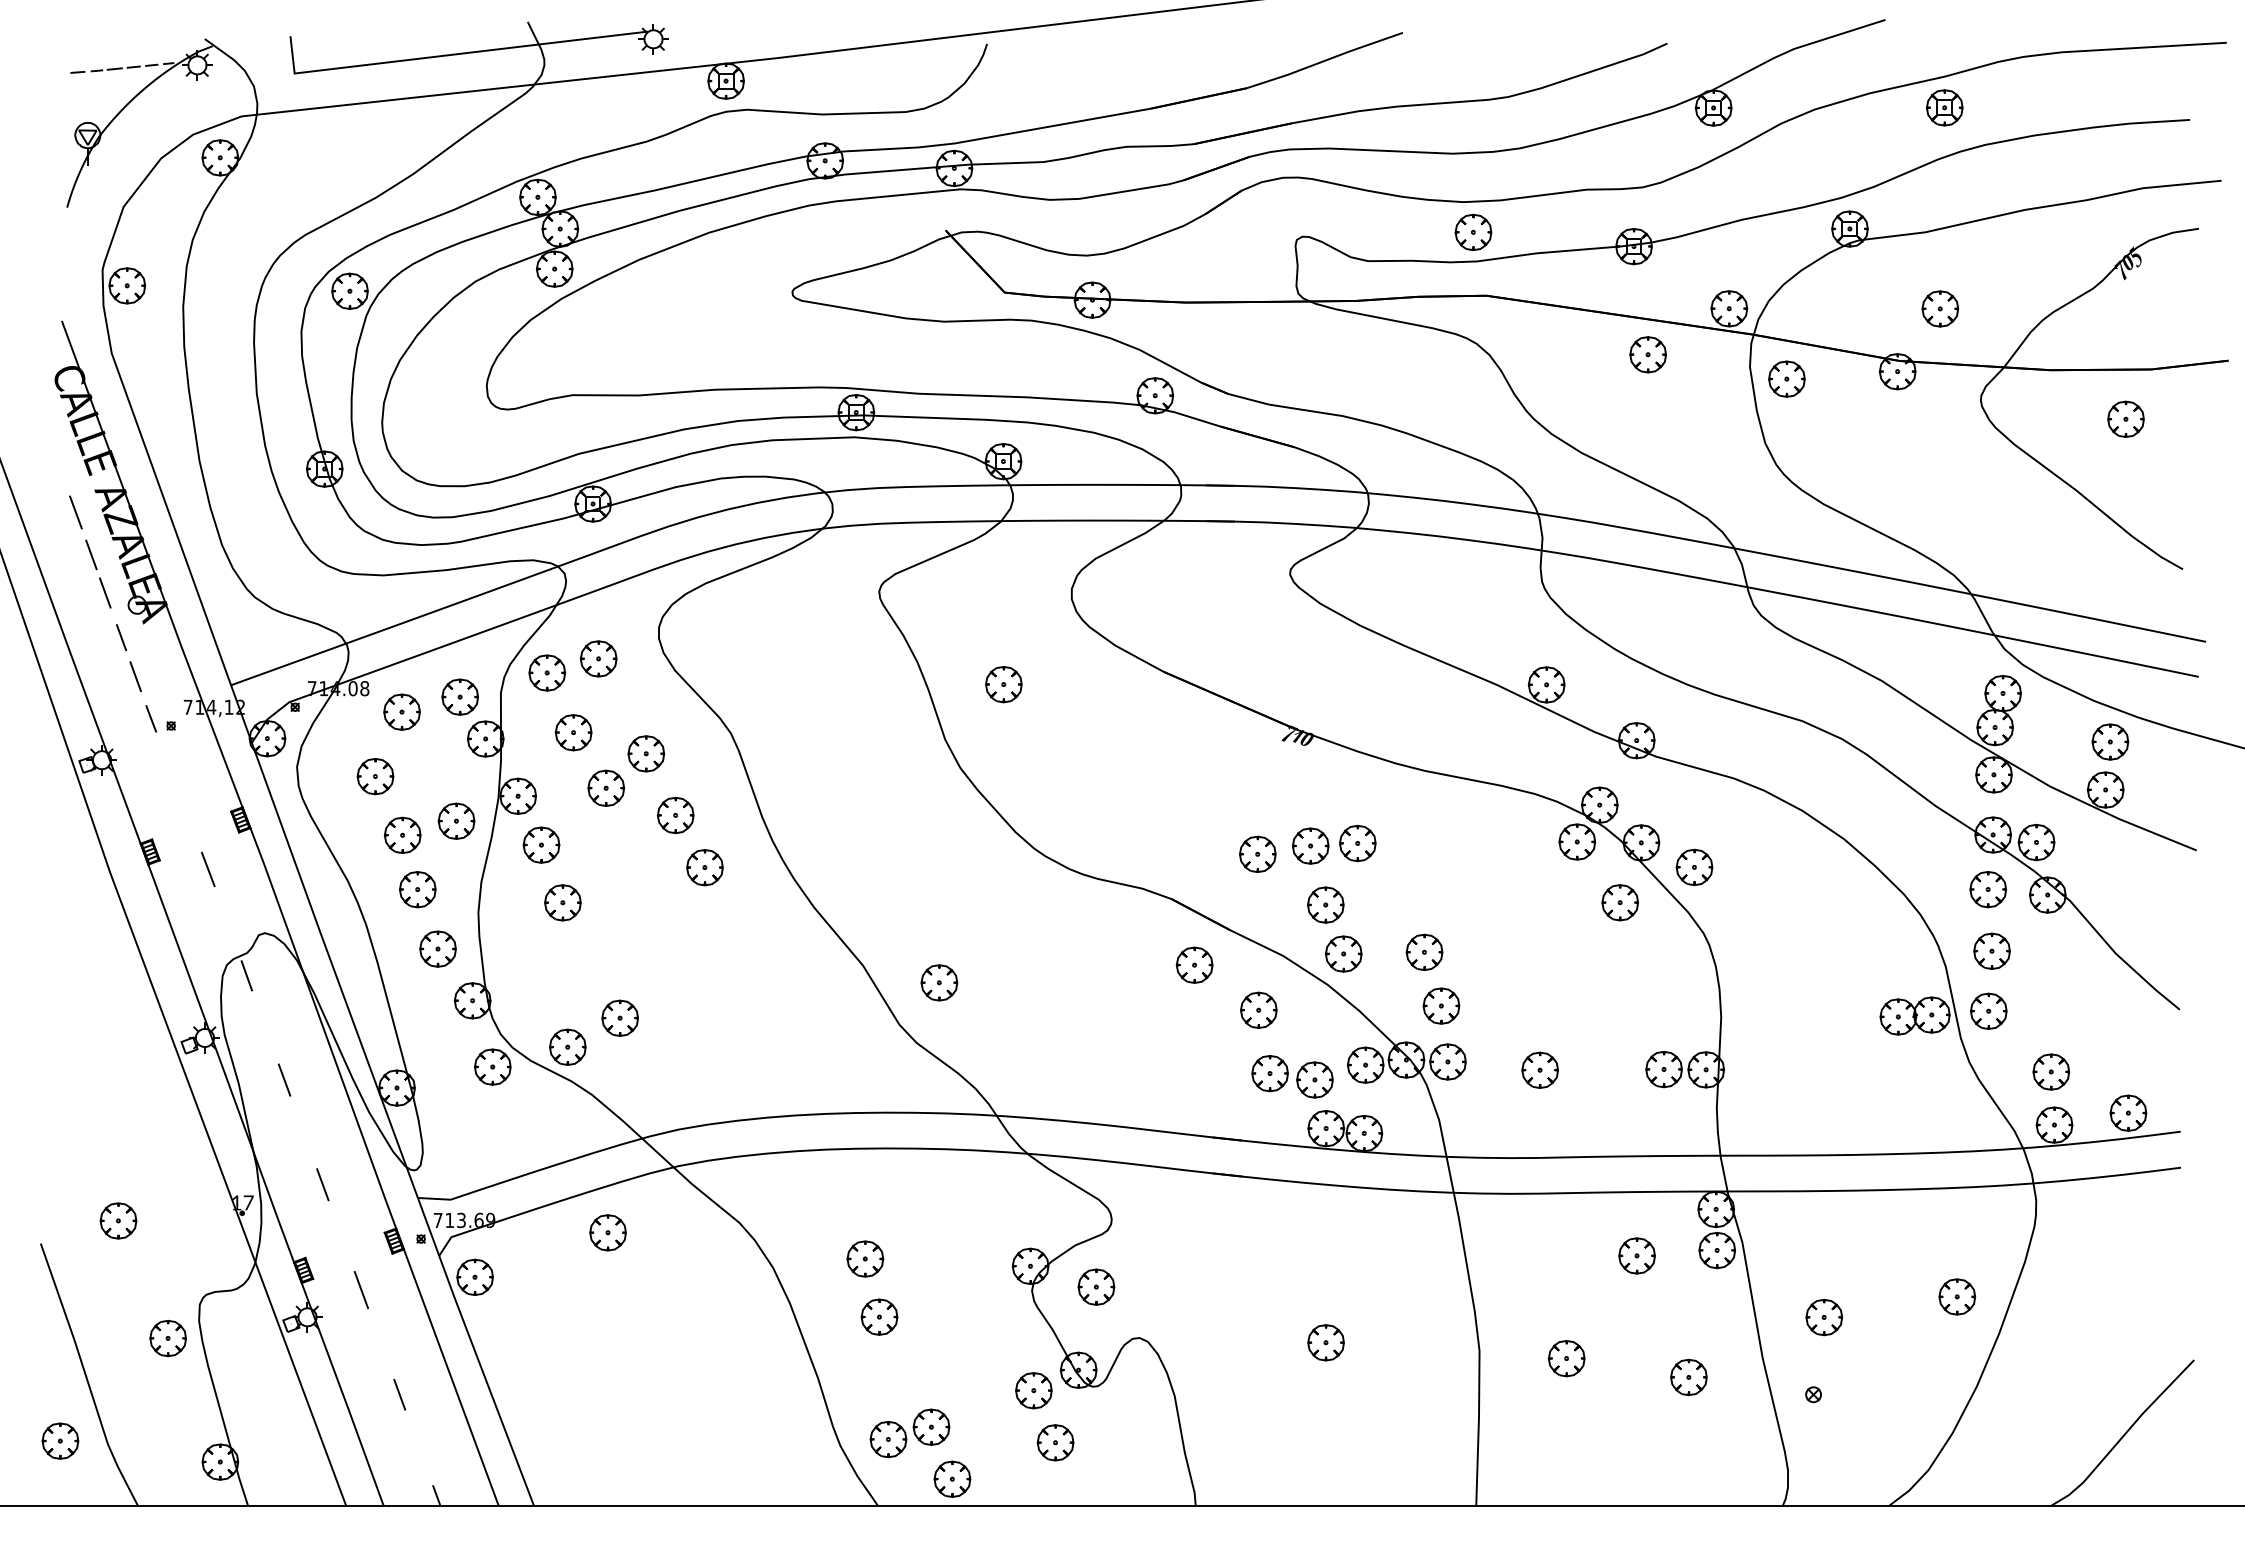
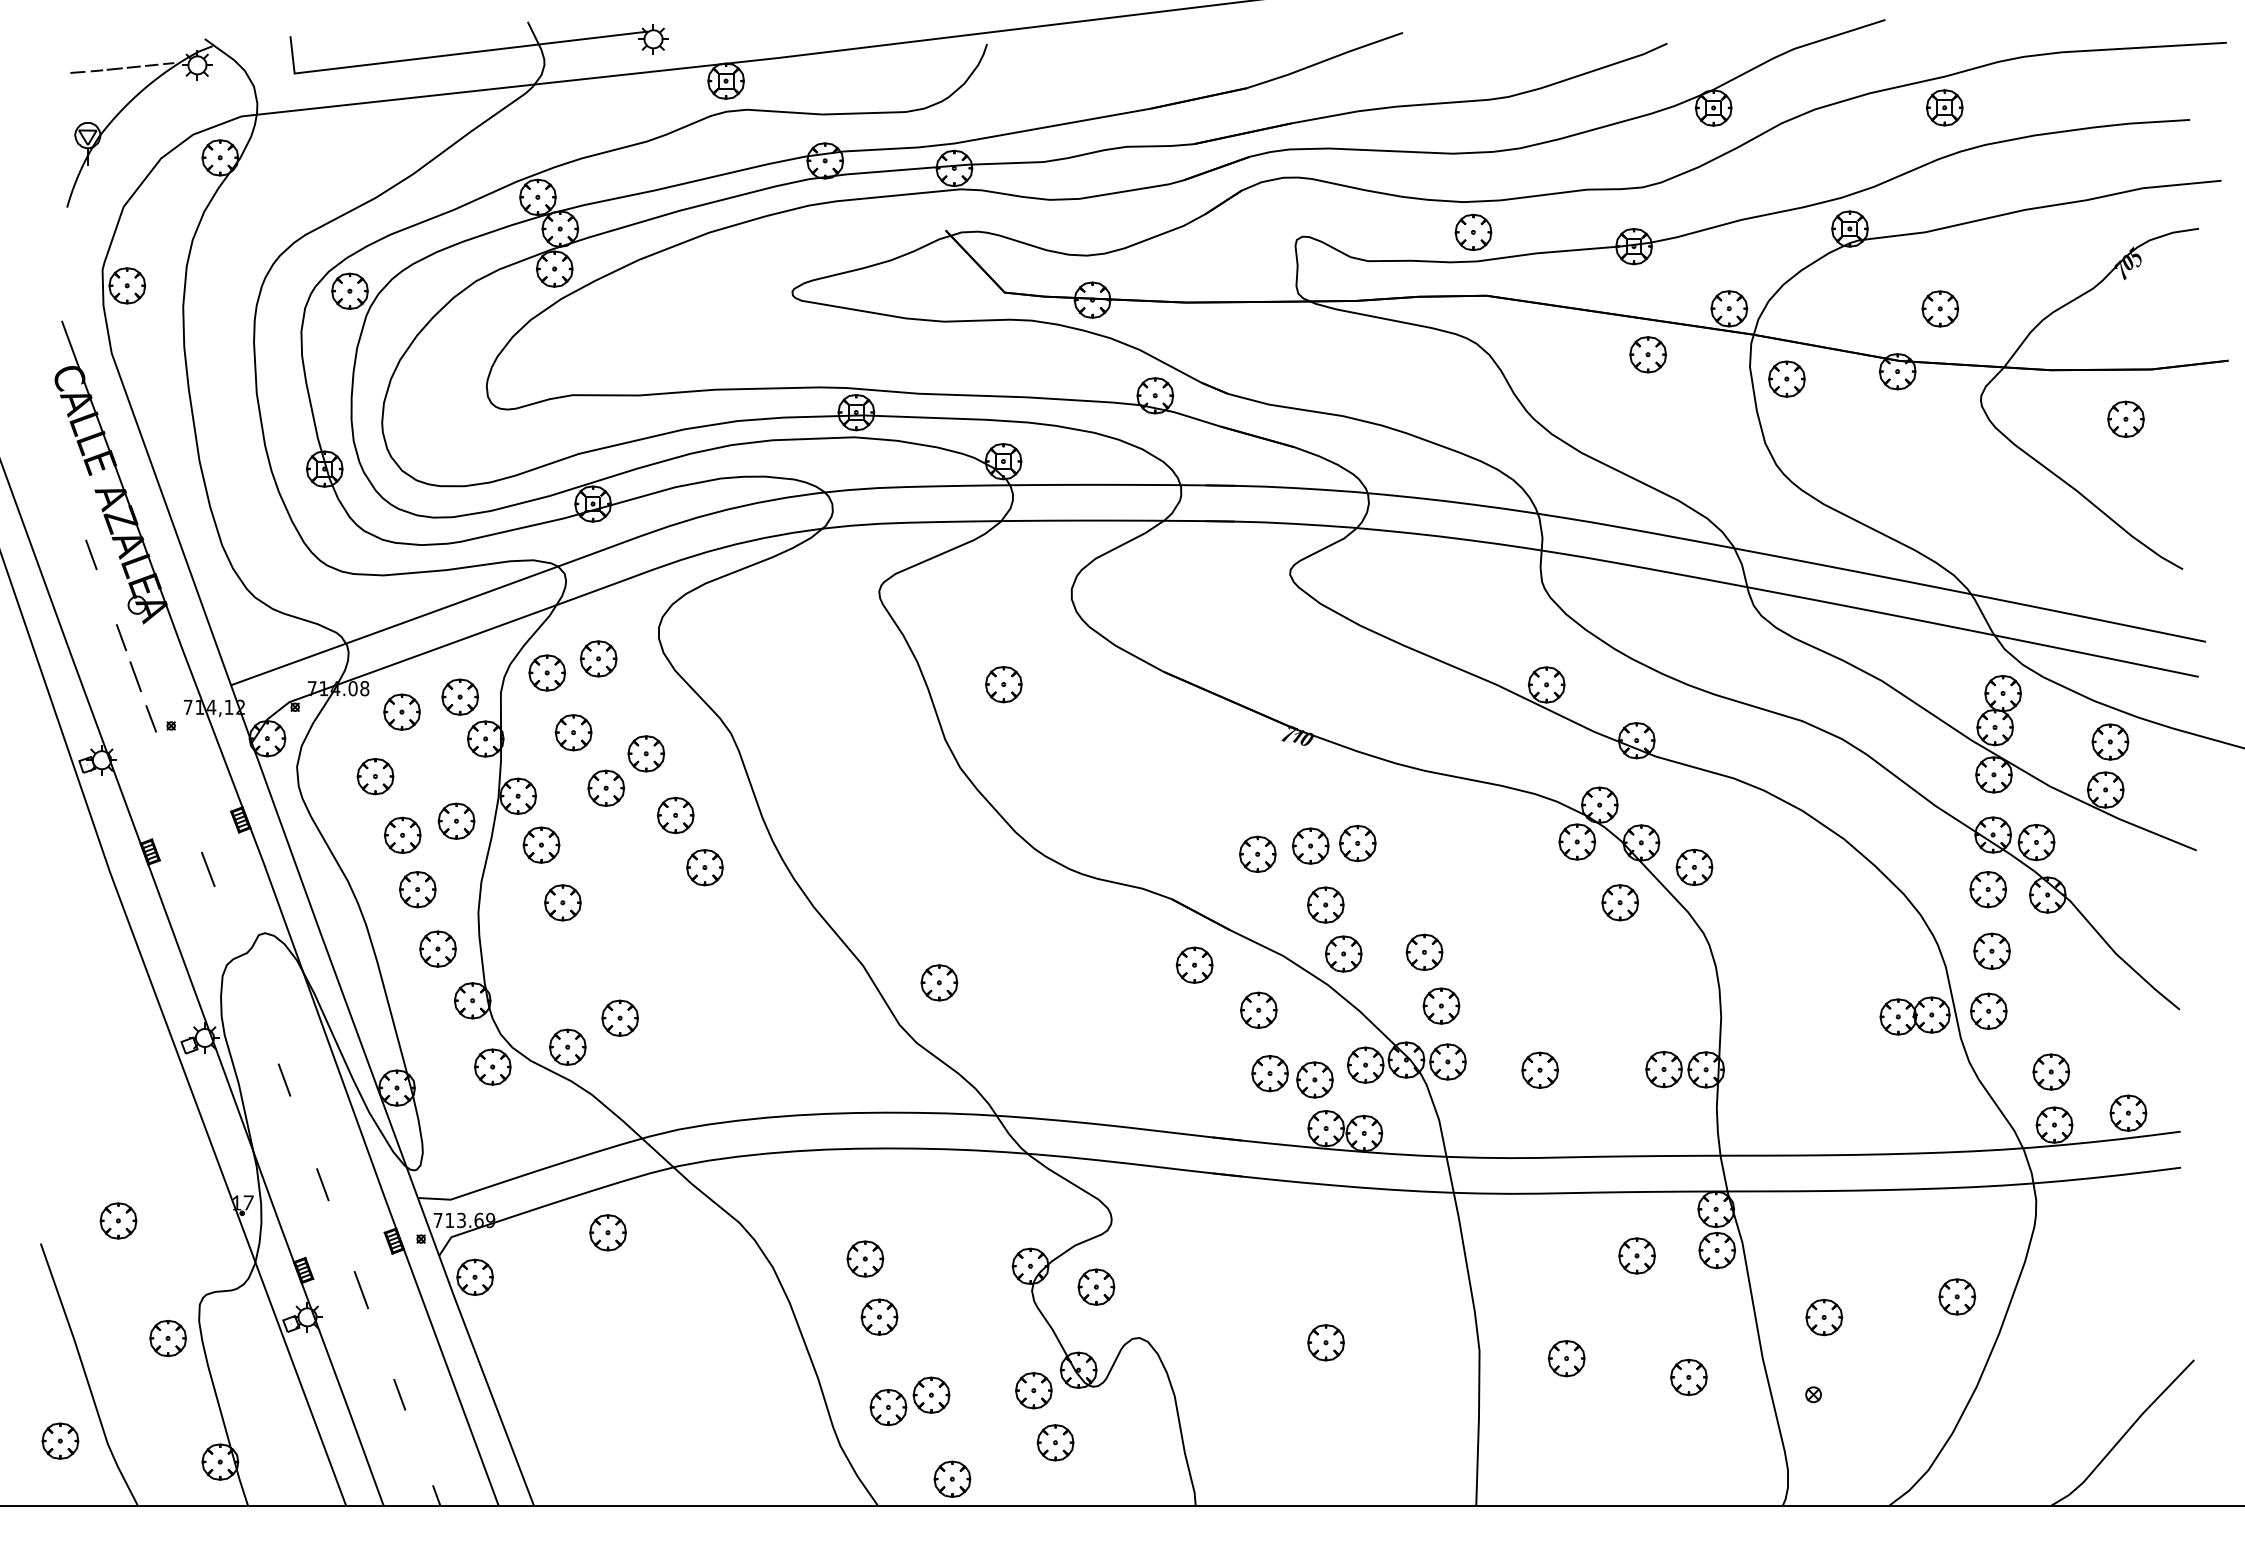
line at (75, 512): present -> none
line at (104, 592): present -> none
line at (246, 975): present -> none
part at (909, 1433) position: (909, 1433) -> (909, 1401)
